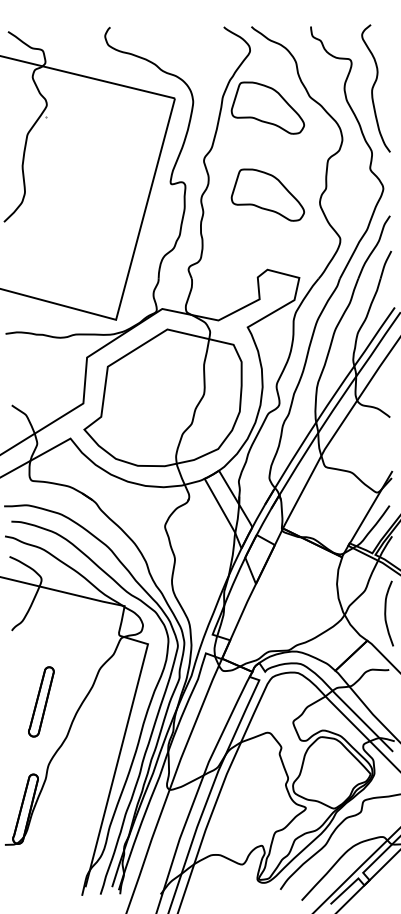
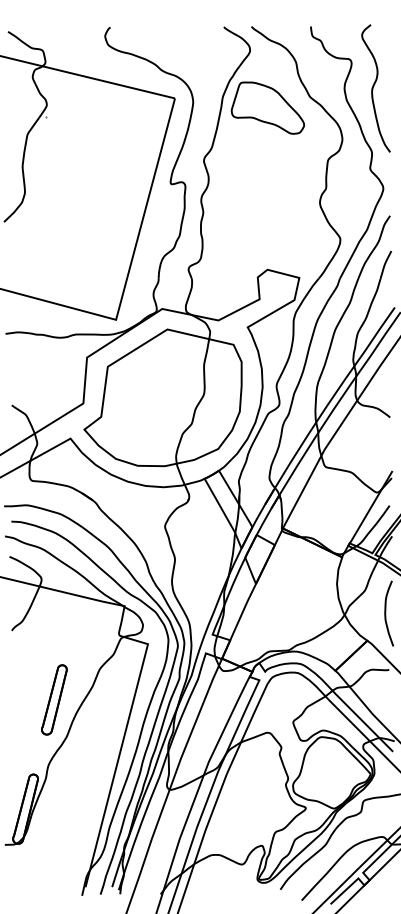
part at (267, 194): present -> none
part at (41, 701) position: (41, 701) -> (54, 699)
